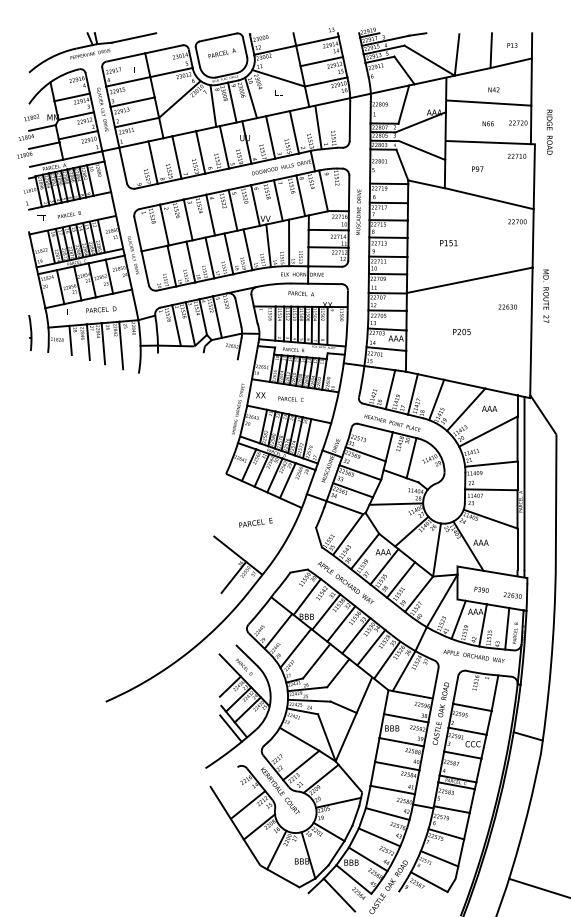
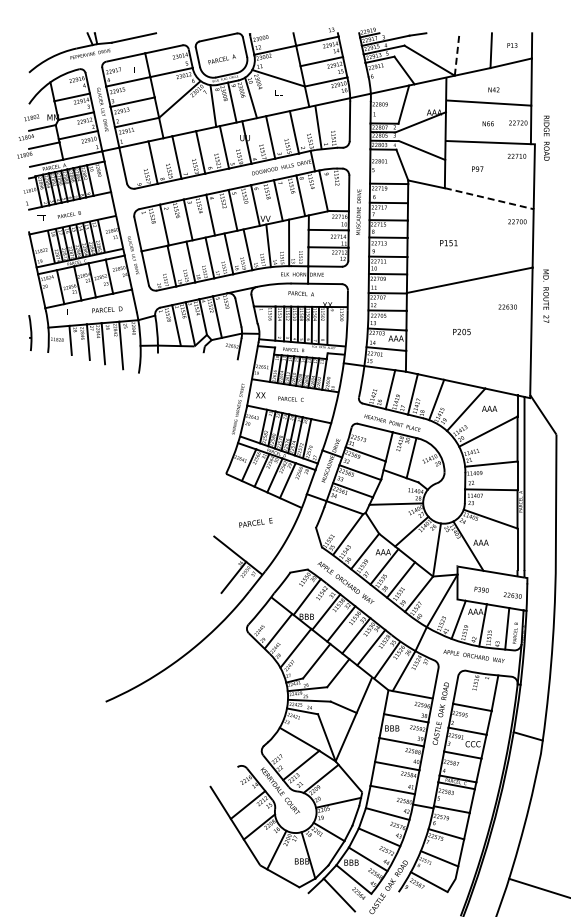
text at (221, 53) position: (221, 53) -> (221, 59)
line at (457, 54): solid -> dashed
text at (549, 131) position: (549, 131) -> (546, 137)
line at (489, 198): solid -> dashed
text at (101, 309) position: (101, 309) -> (107, 309)
part at (238, 706): present -> none
